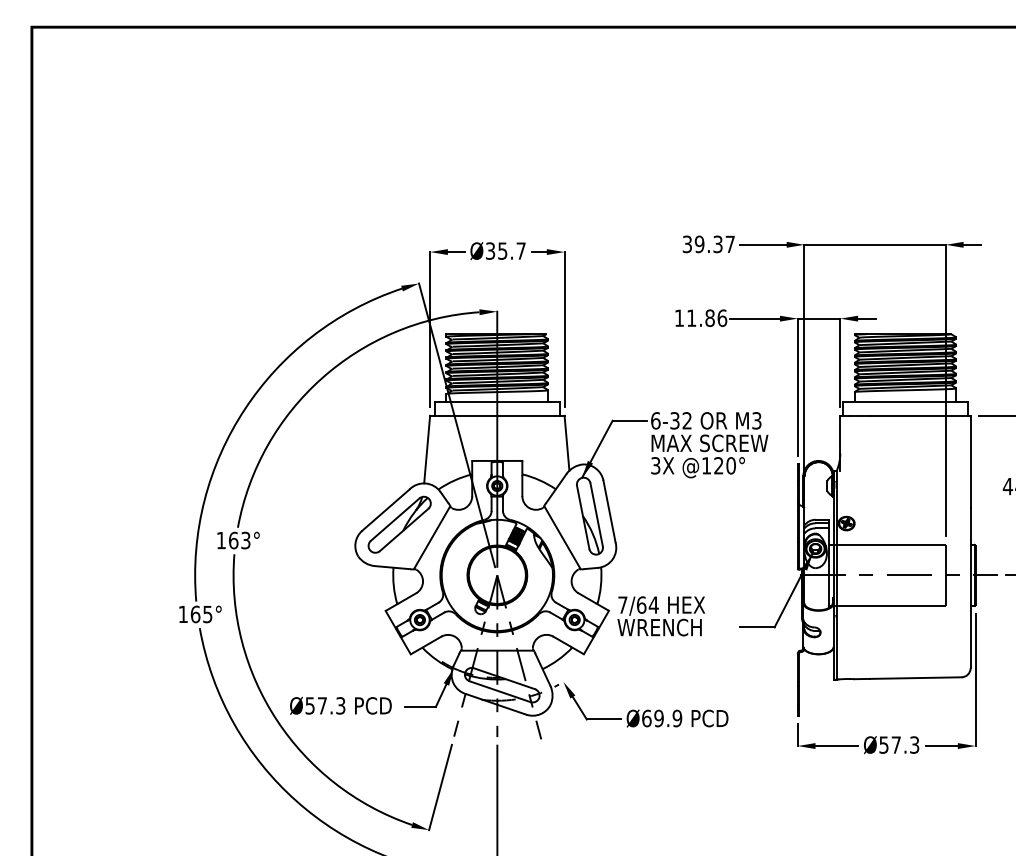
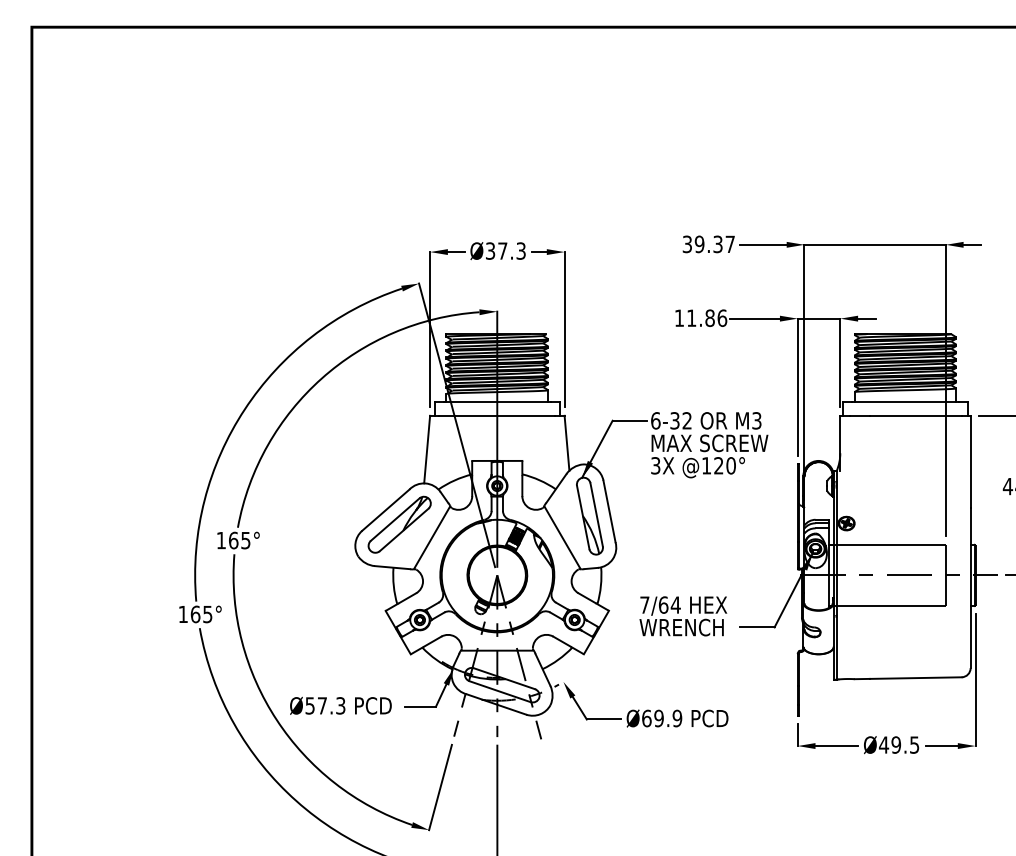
text at (511, 250): Ø35.7 -> Ø37.3
text at (245, 539): 163° -> 165°
text at (661, 616) position: (661, 616) -> (683, 616)
text at (899, 744): Ø57.3 -> Ø49.5
